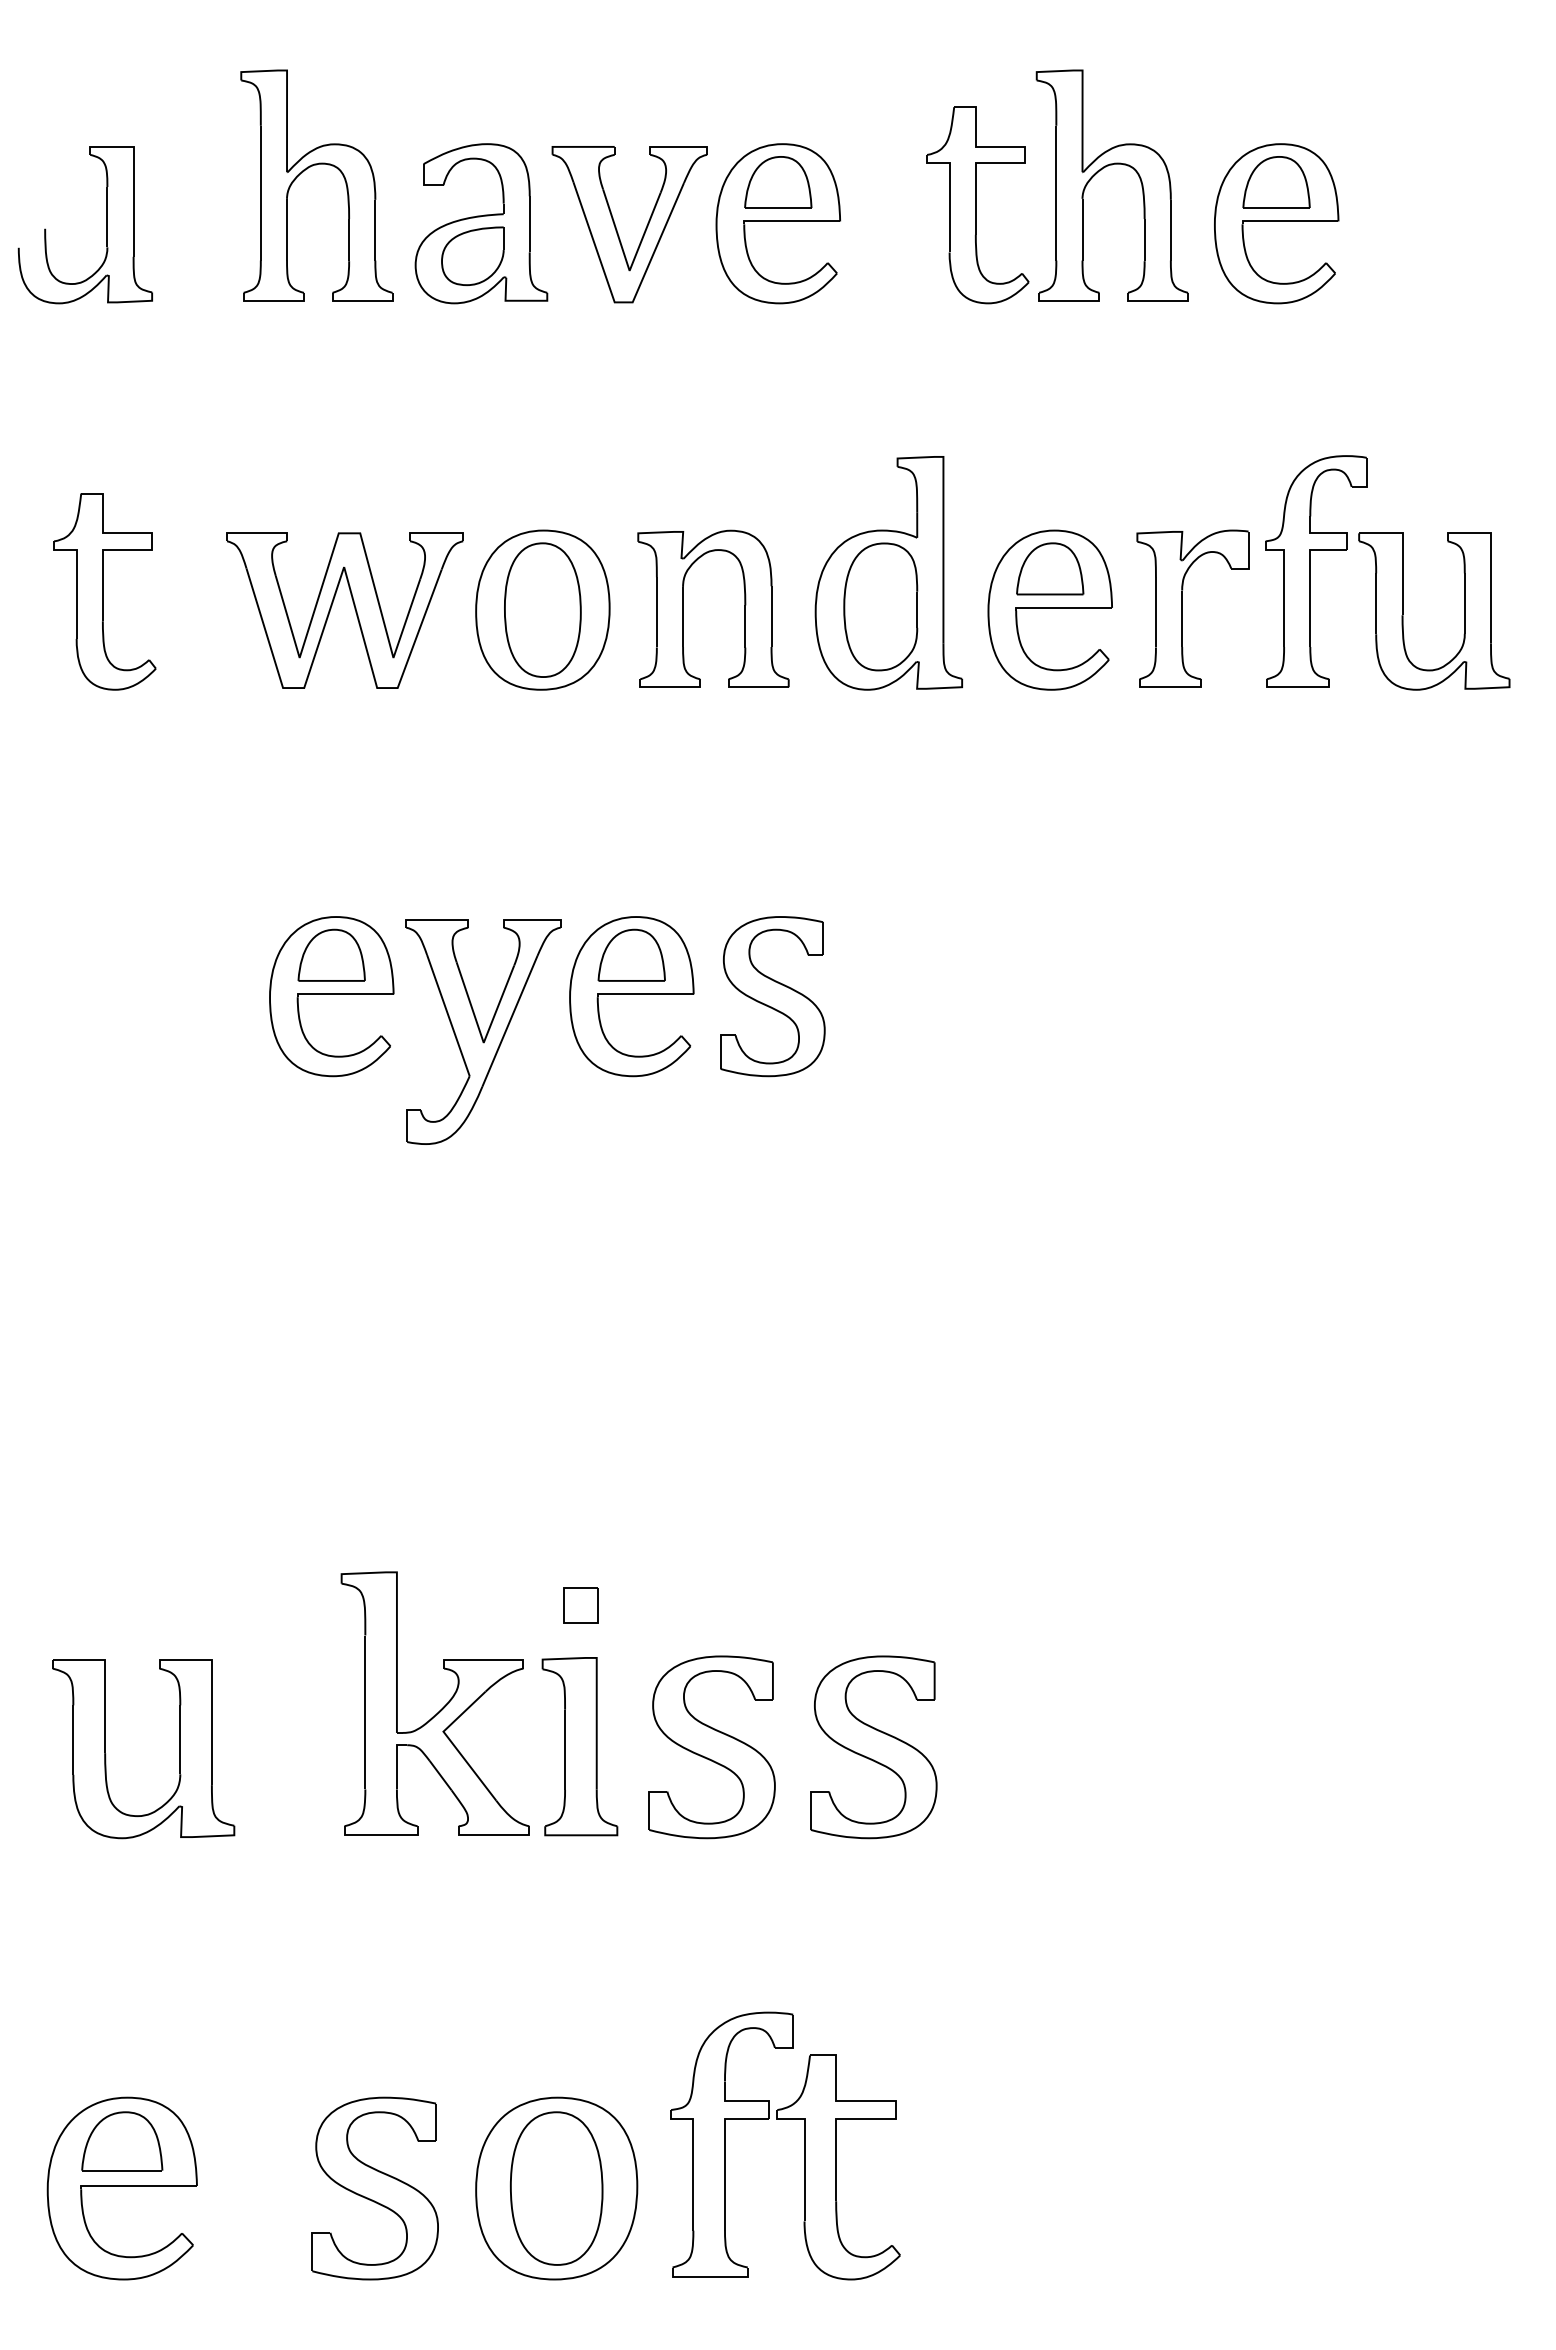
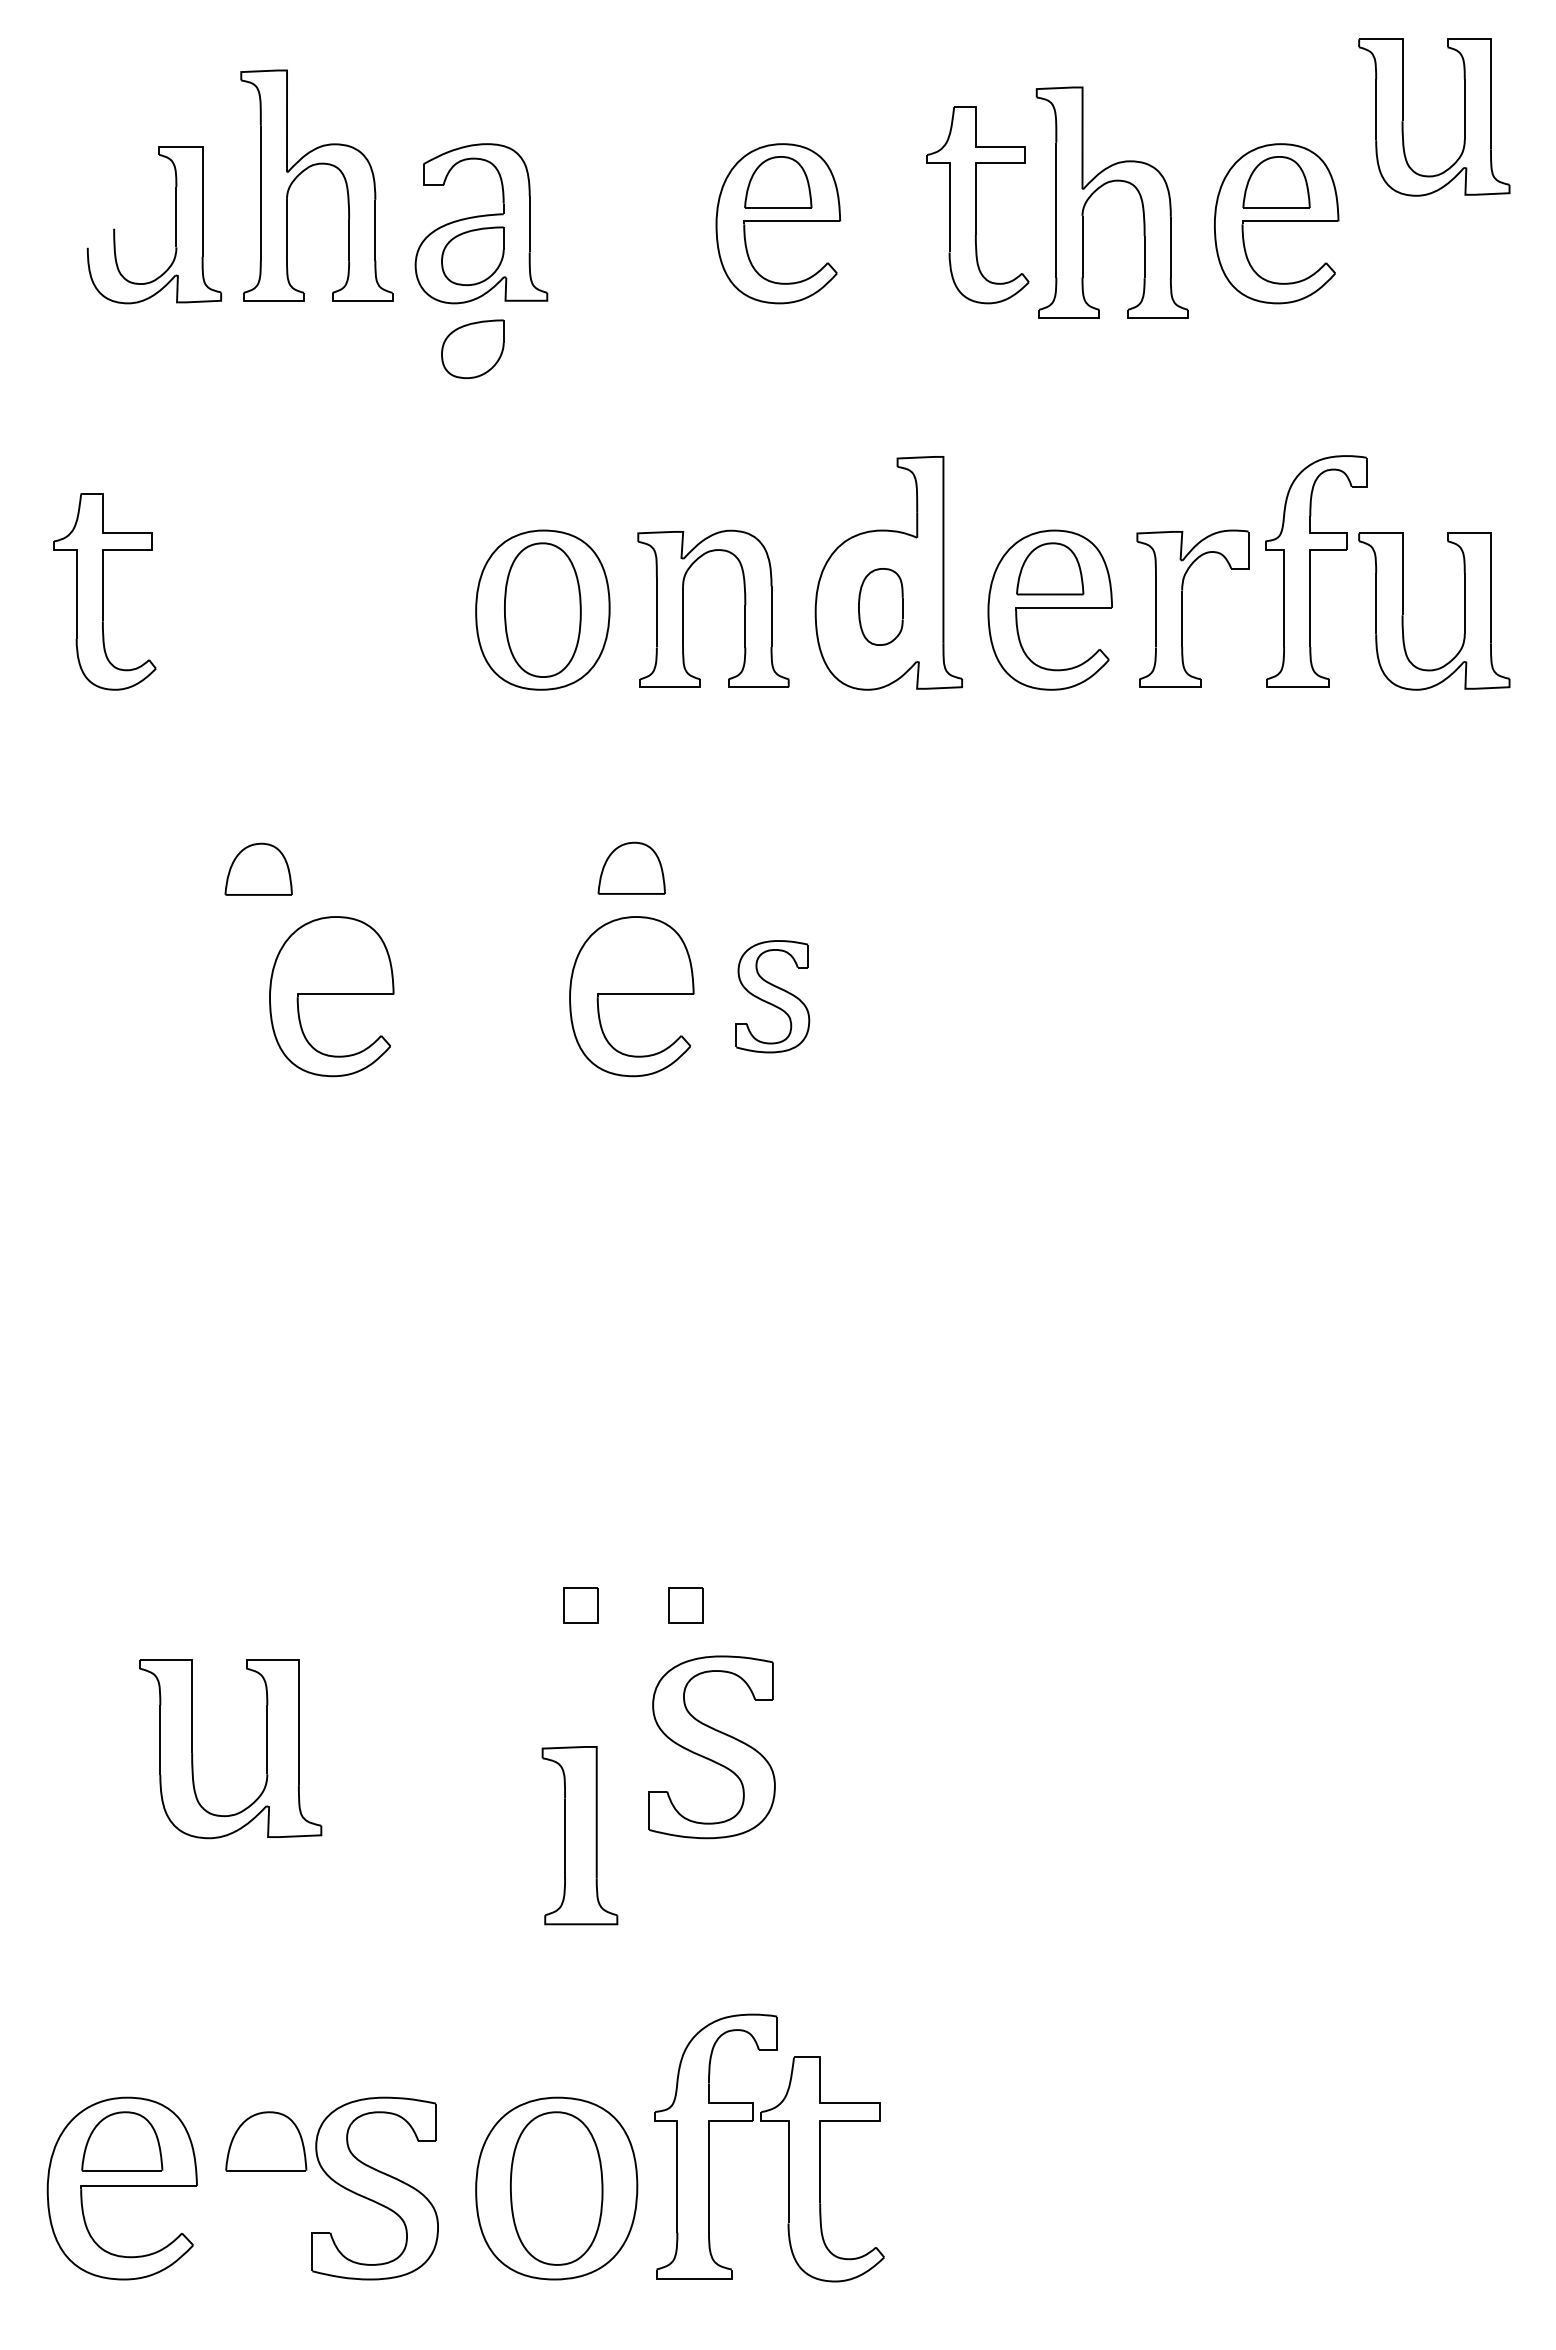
part at (1464, 117): none -> present
part at (1101, 170) position: (1101, 170) -> (1101, 187)
part at (106, 225) position: (106, 225) -> (175, 225)
part at (617, 229): present -> none
part at (472, 349): none -> present
part at (880, 606) size: 76x130 px -> 46x78 px
part at (354, 609): present -> none
part at (331, 954) position: (331, 954) -> (258, 868)
part at (631, 954) position: (631, 954) -> (631, 867)
part at (772, 996) size: 106x162 px -> 76x114 px
part at (483, 1031): present -> none
part at (685, 1605): none -> present
part at (440, 1709): present -> none
part at (579, 1746) position: (579, 1746) -> (579, 1835)
part at (873, 1747): present -> none
part at (179, 1749) position: (179, 1749) -> (266, 1749)
part at (266, 2141): none -> present
part at (804, 2145) position: (804, 2145) -> (788, 2147)
